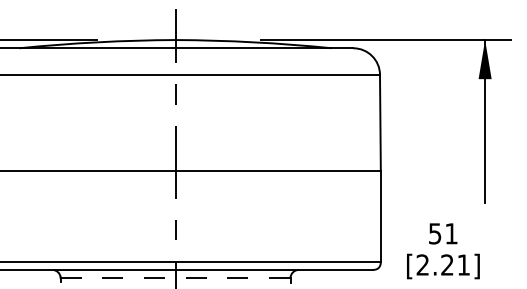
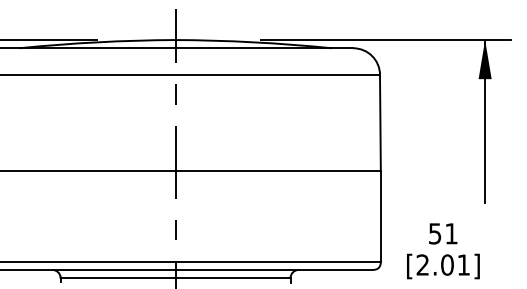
text at (447, 264): [2.21] -> [2.01]
line at (175, 278): dashed -> solid
